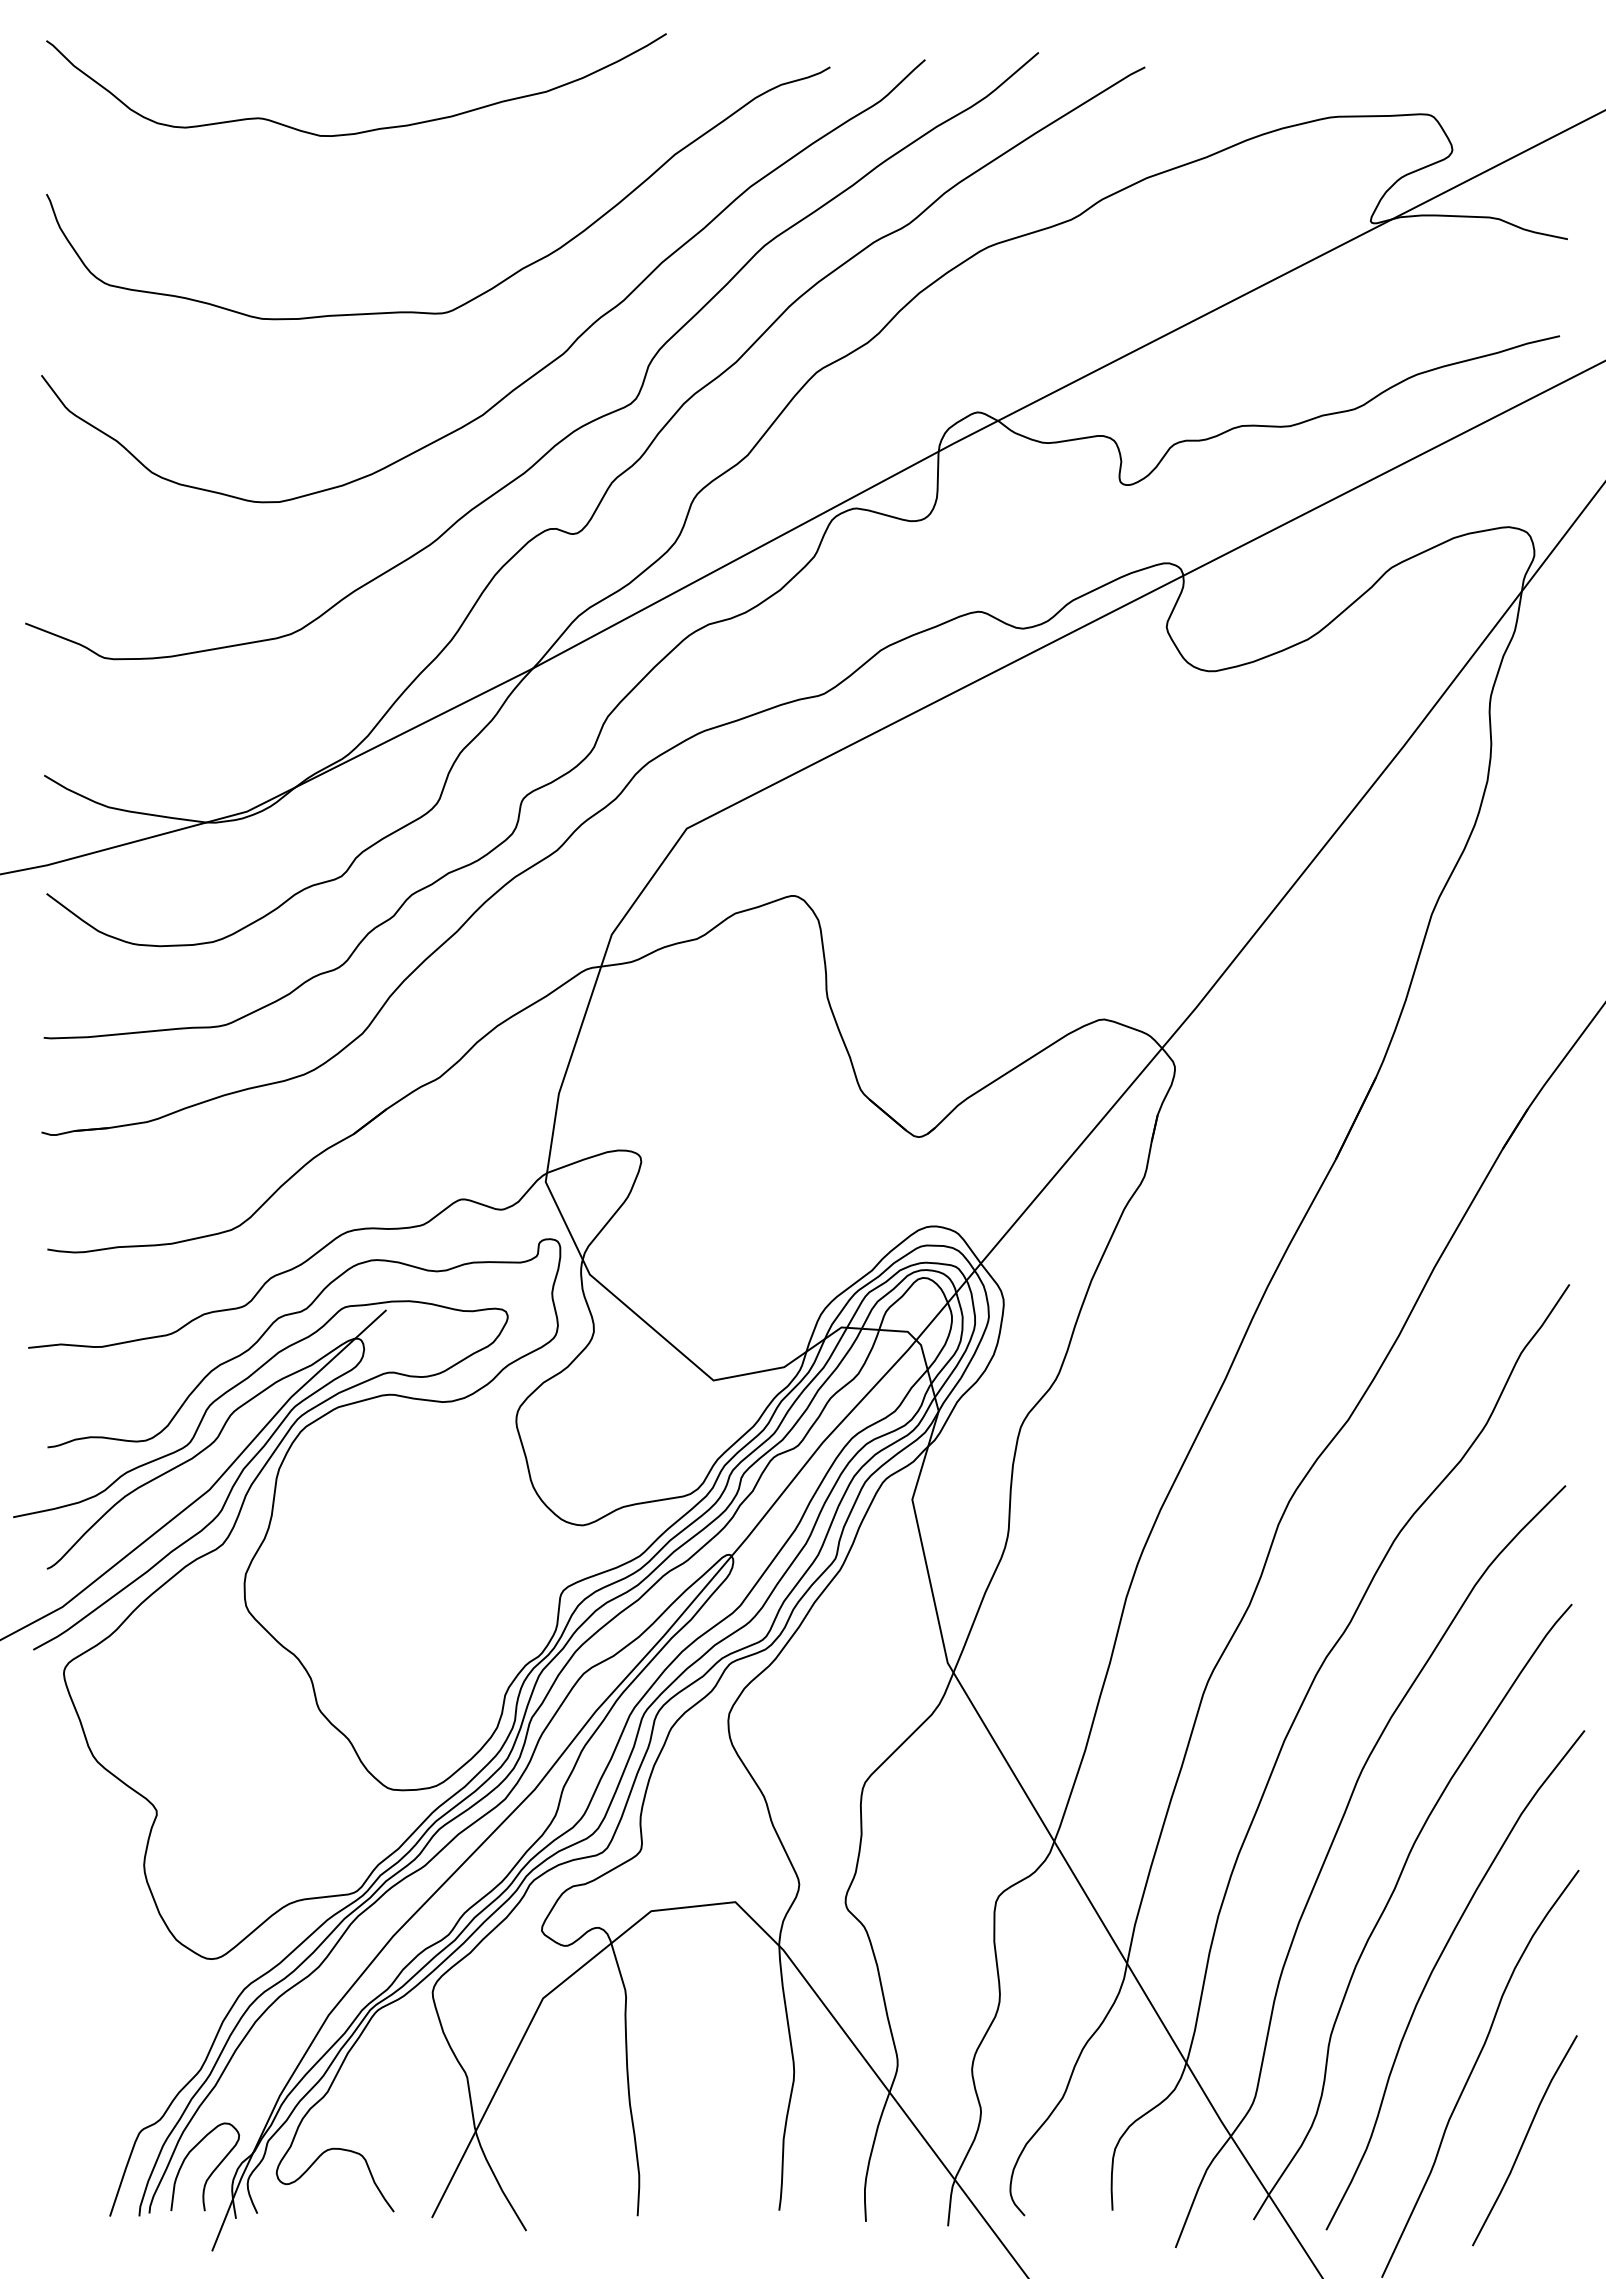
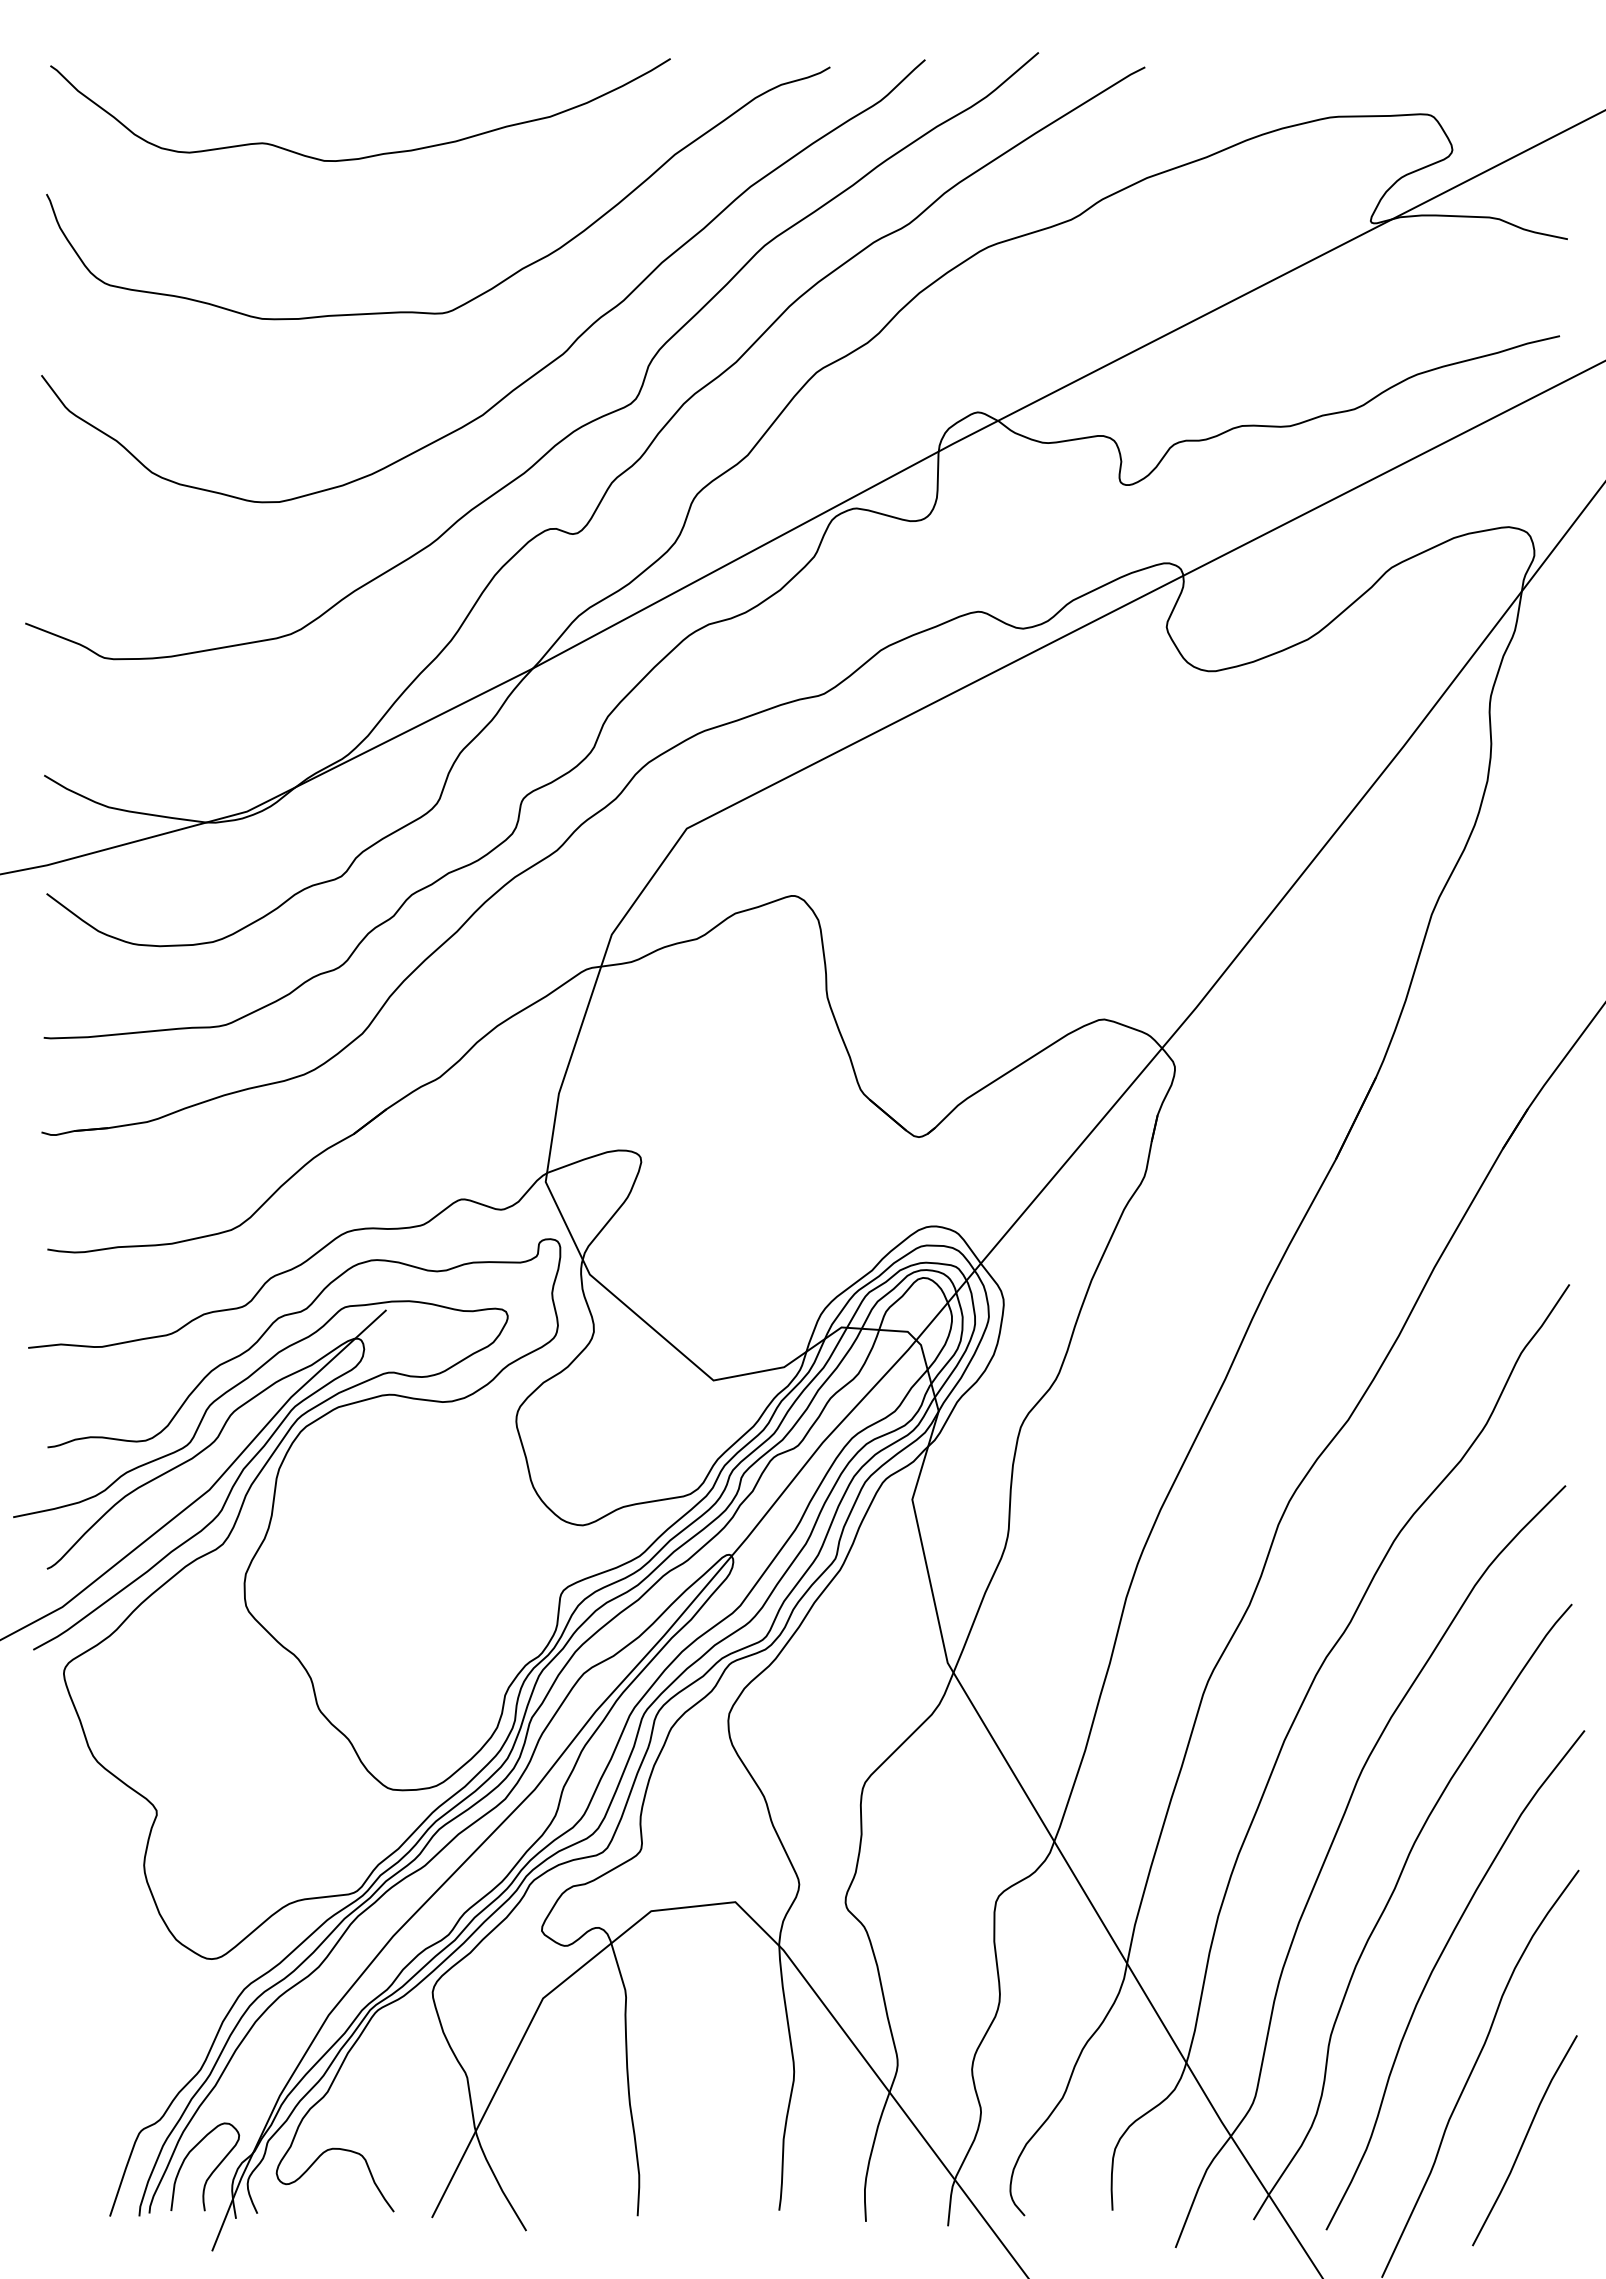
curve at (365, 130) position: (365, 130) -> (369, 155)
